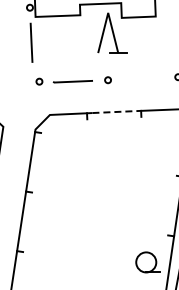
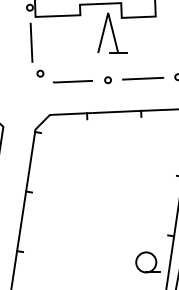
line at (143, 78): none -> present
circle at (39, 81) position: (39, 81) -> (40, 73)
line at (117, 111): dashed -> solid
